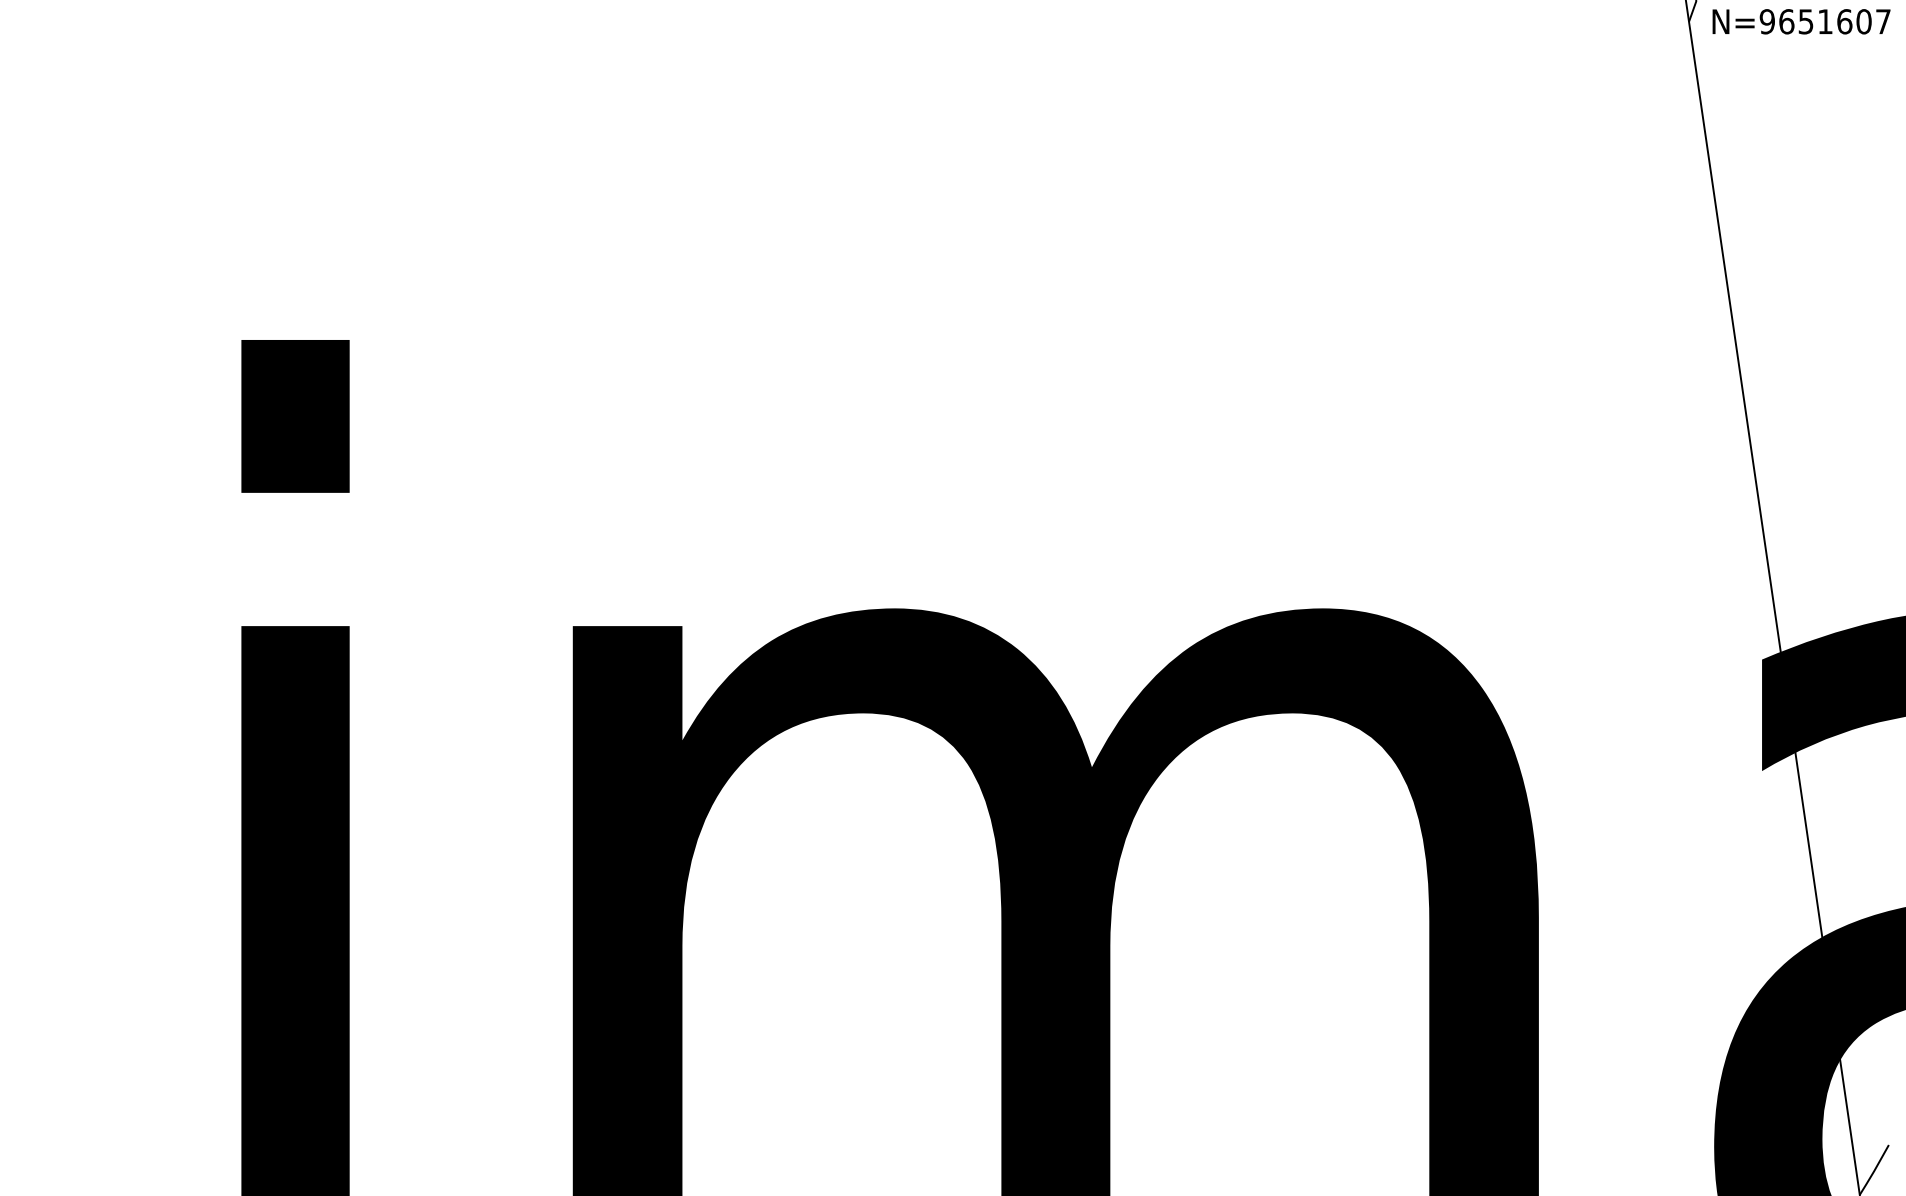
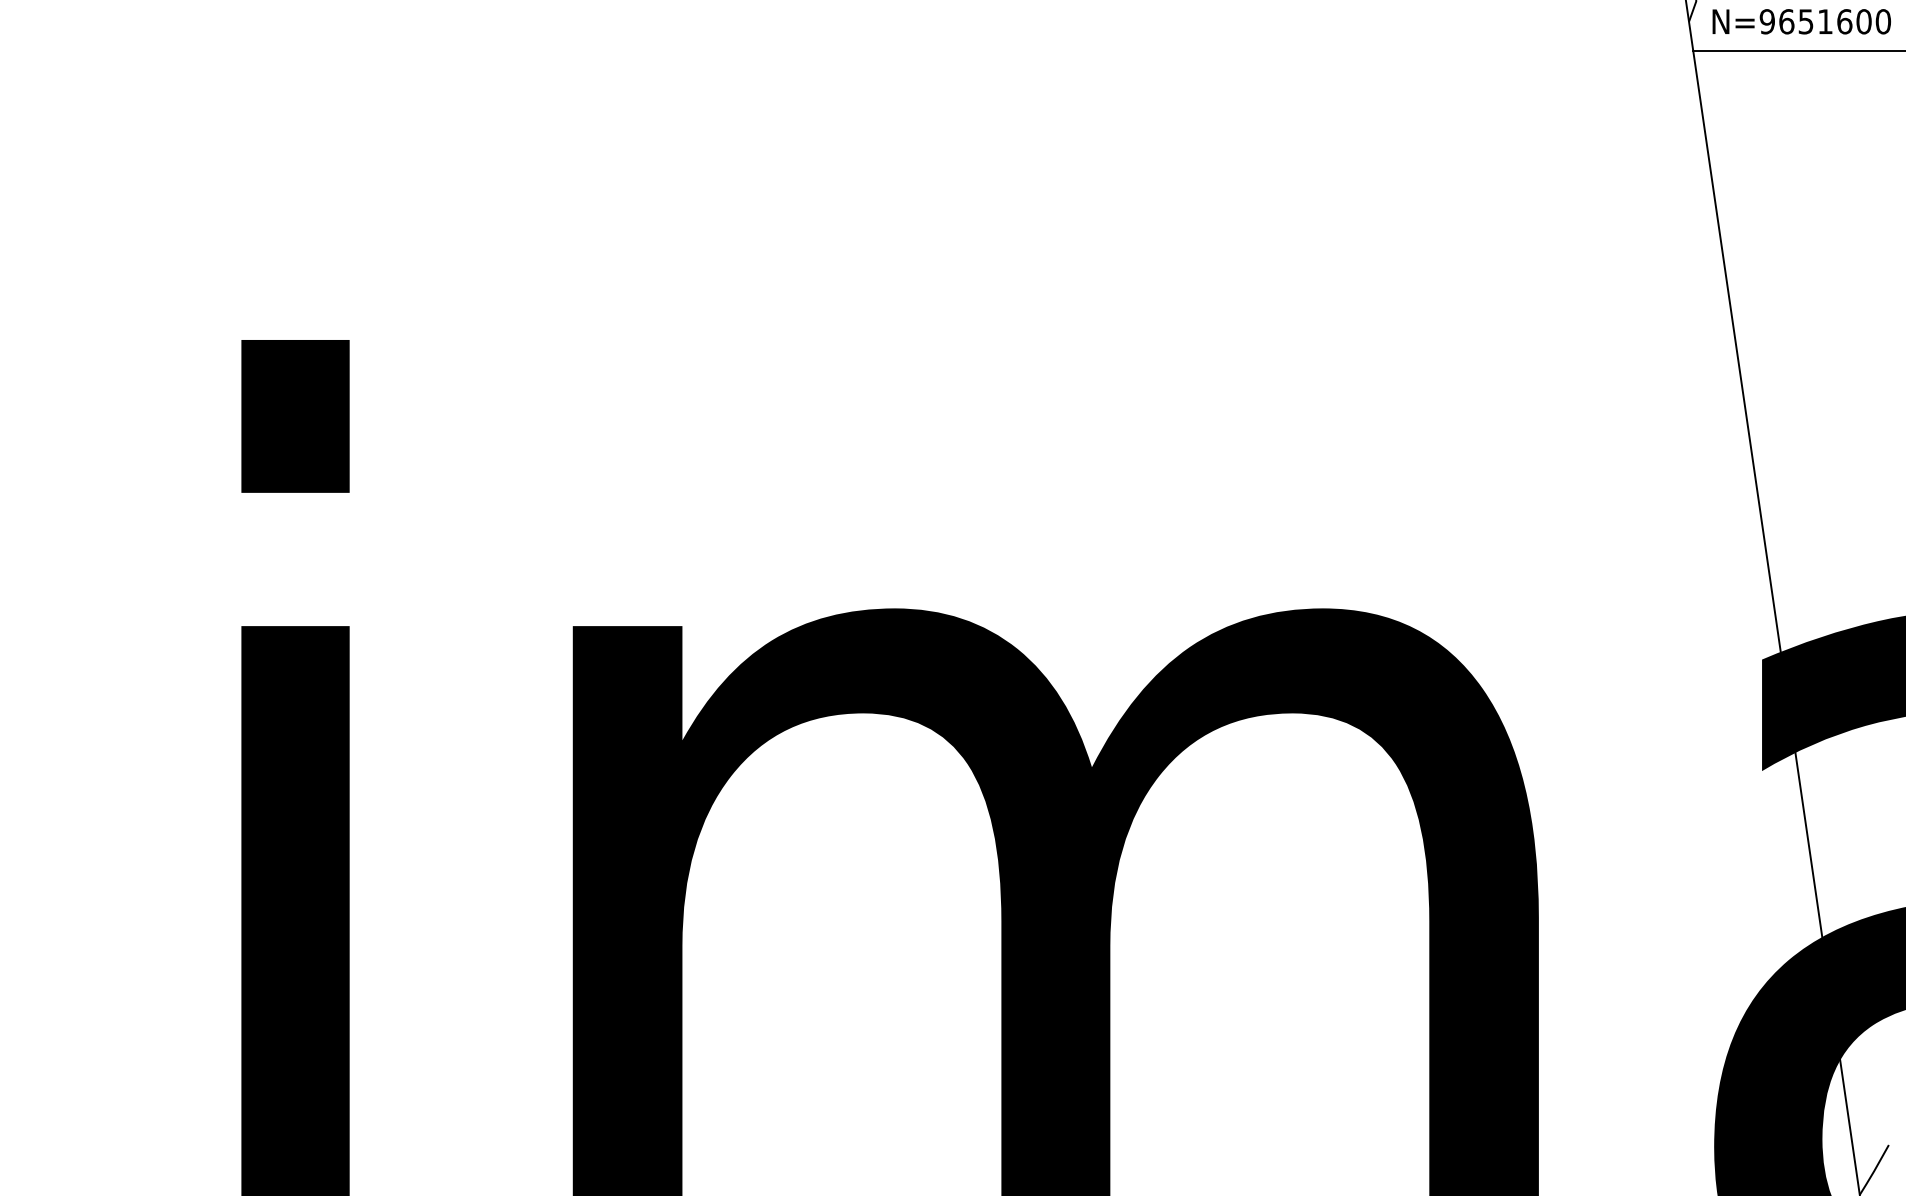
text at (1883, 21): N=9651607 -> N=9651600
line at (1797, 50): none -> present
